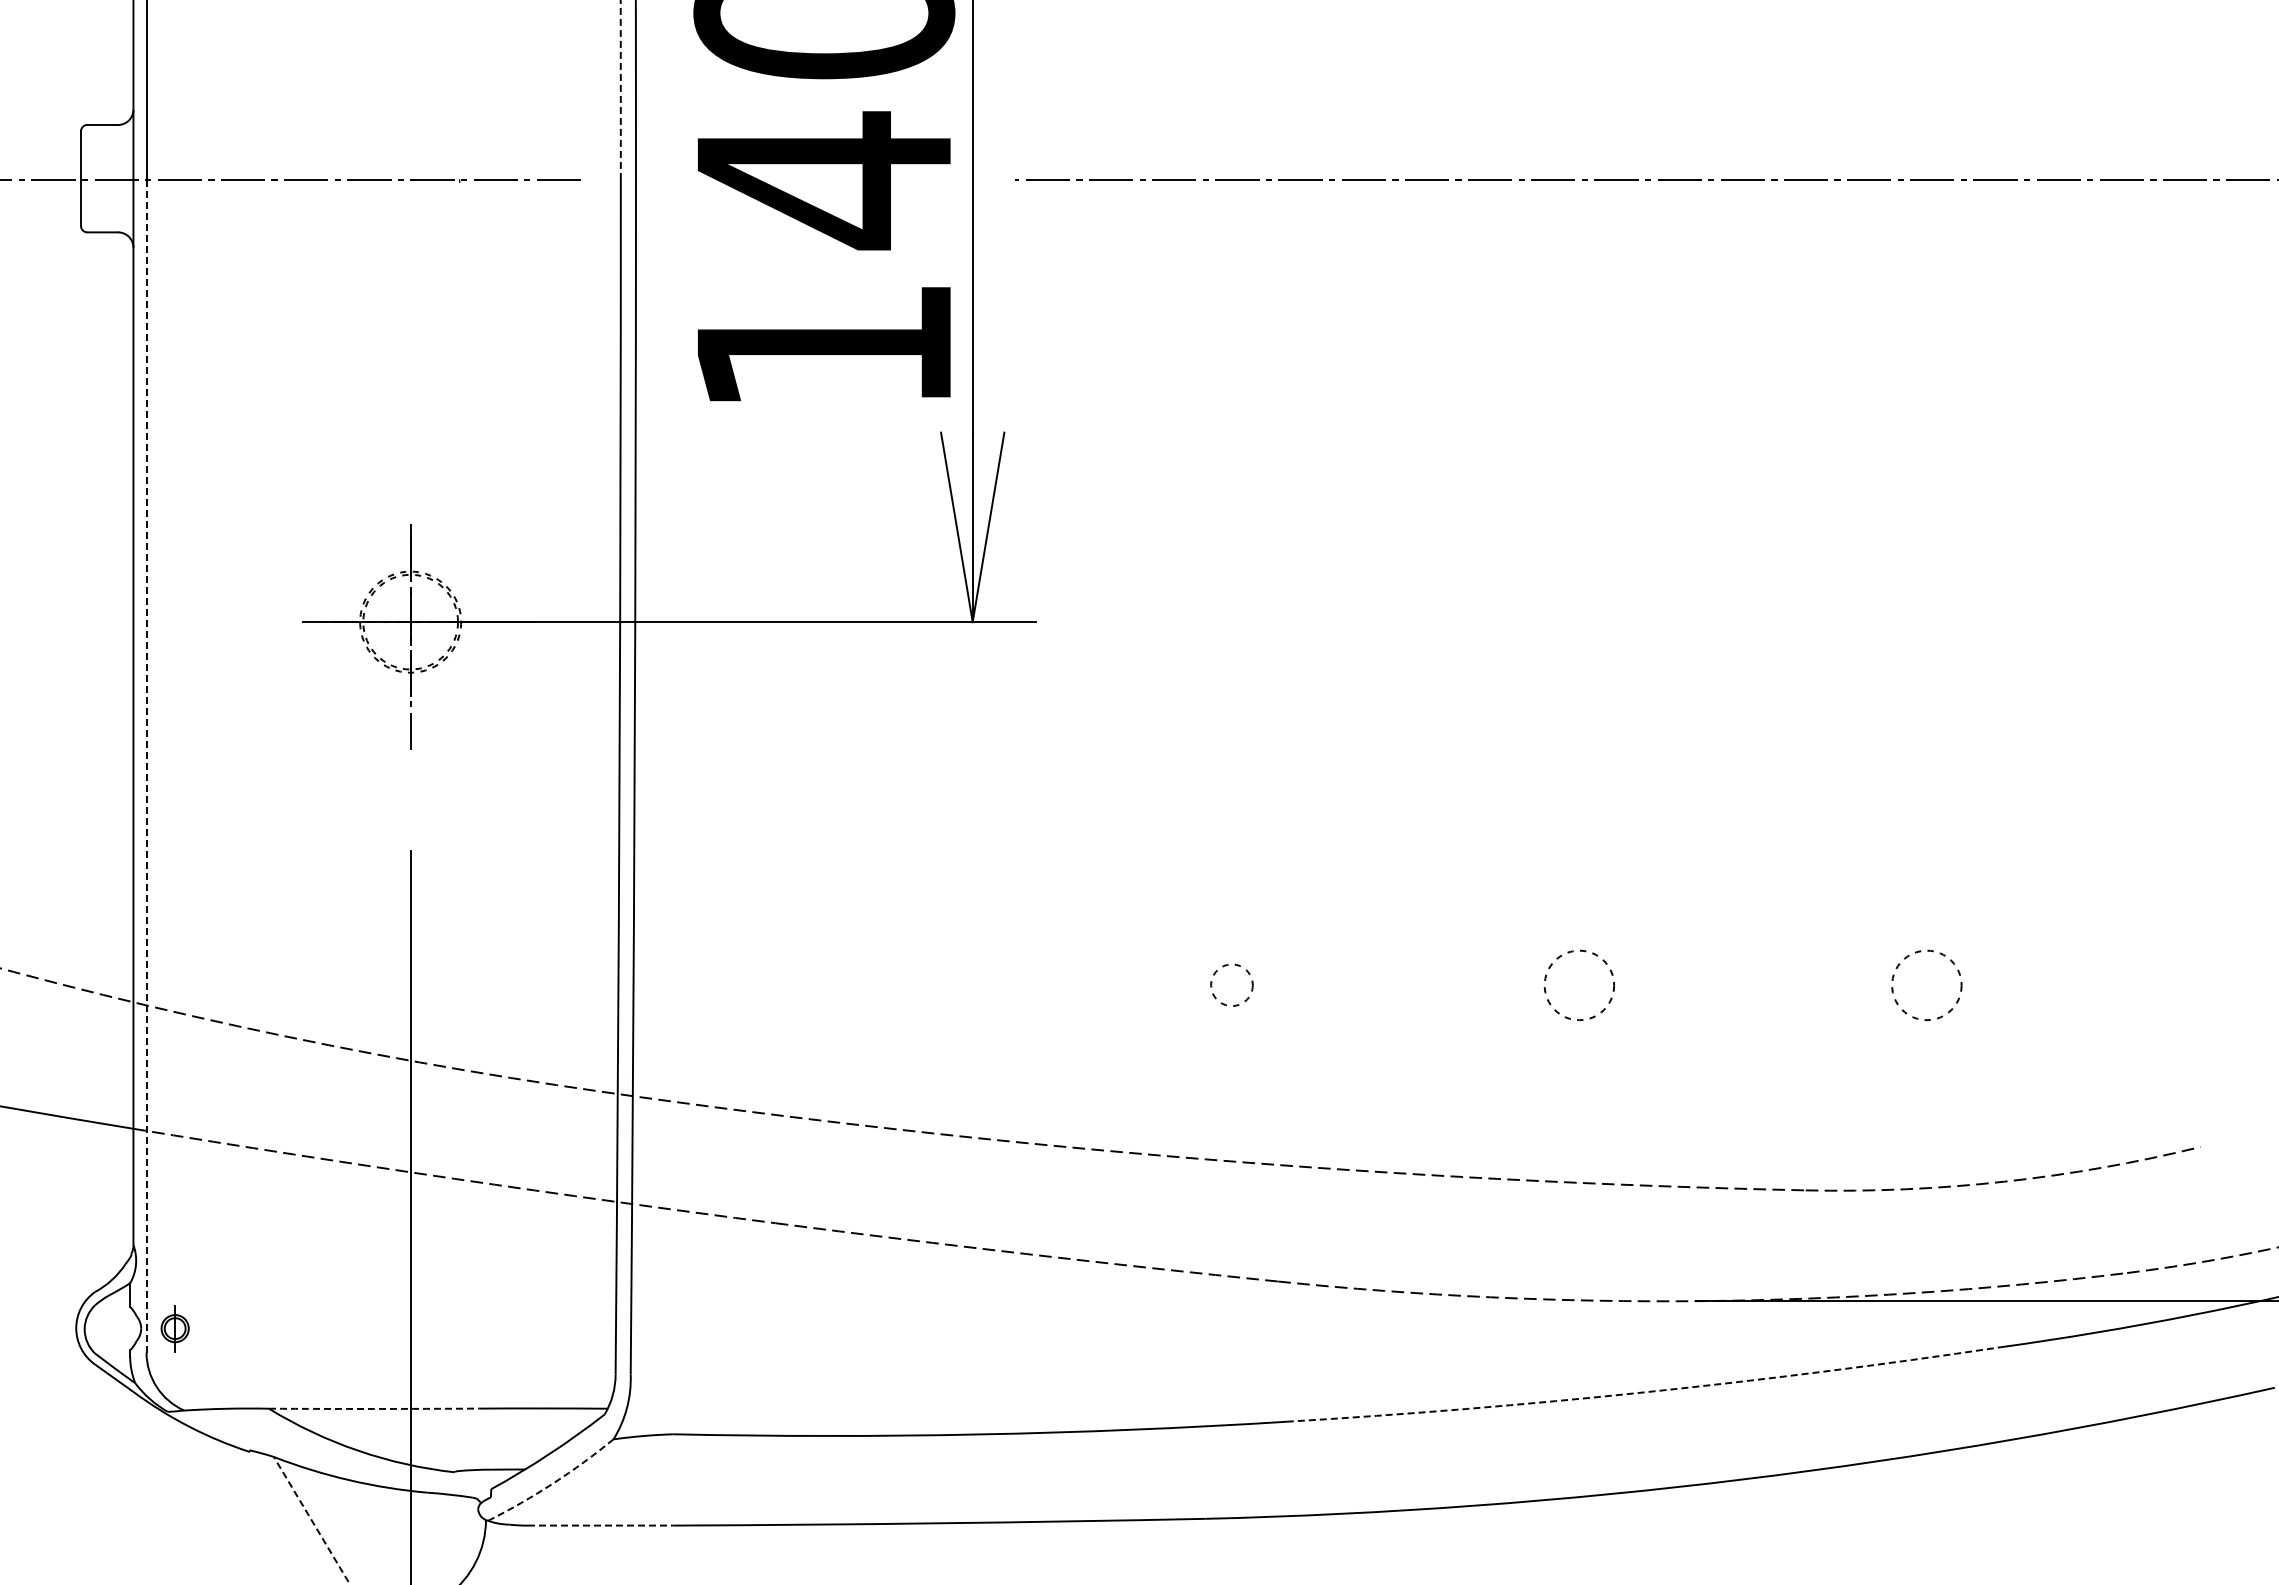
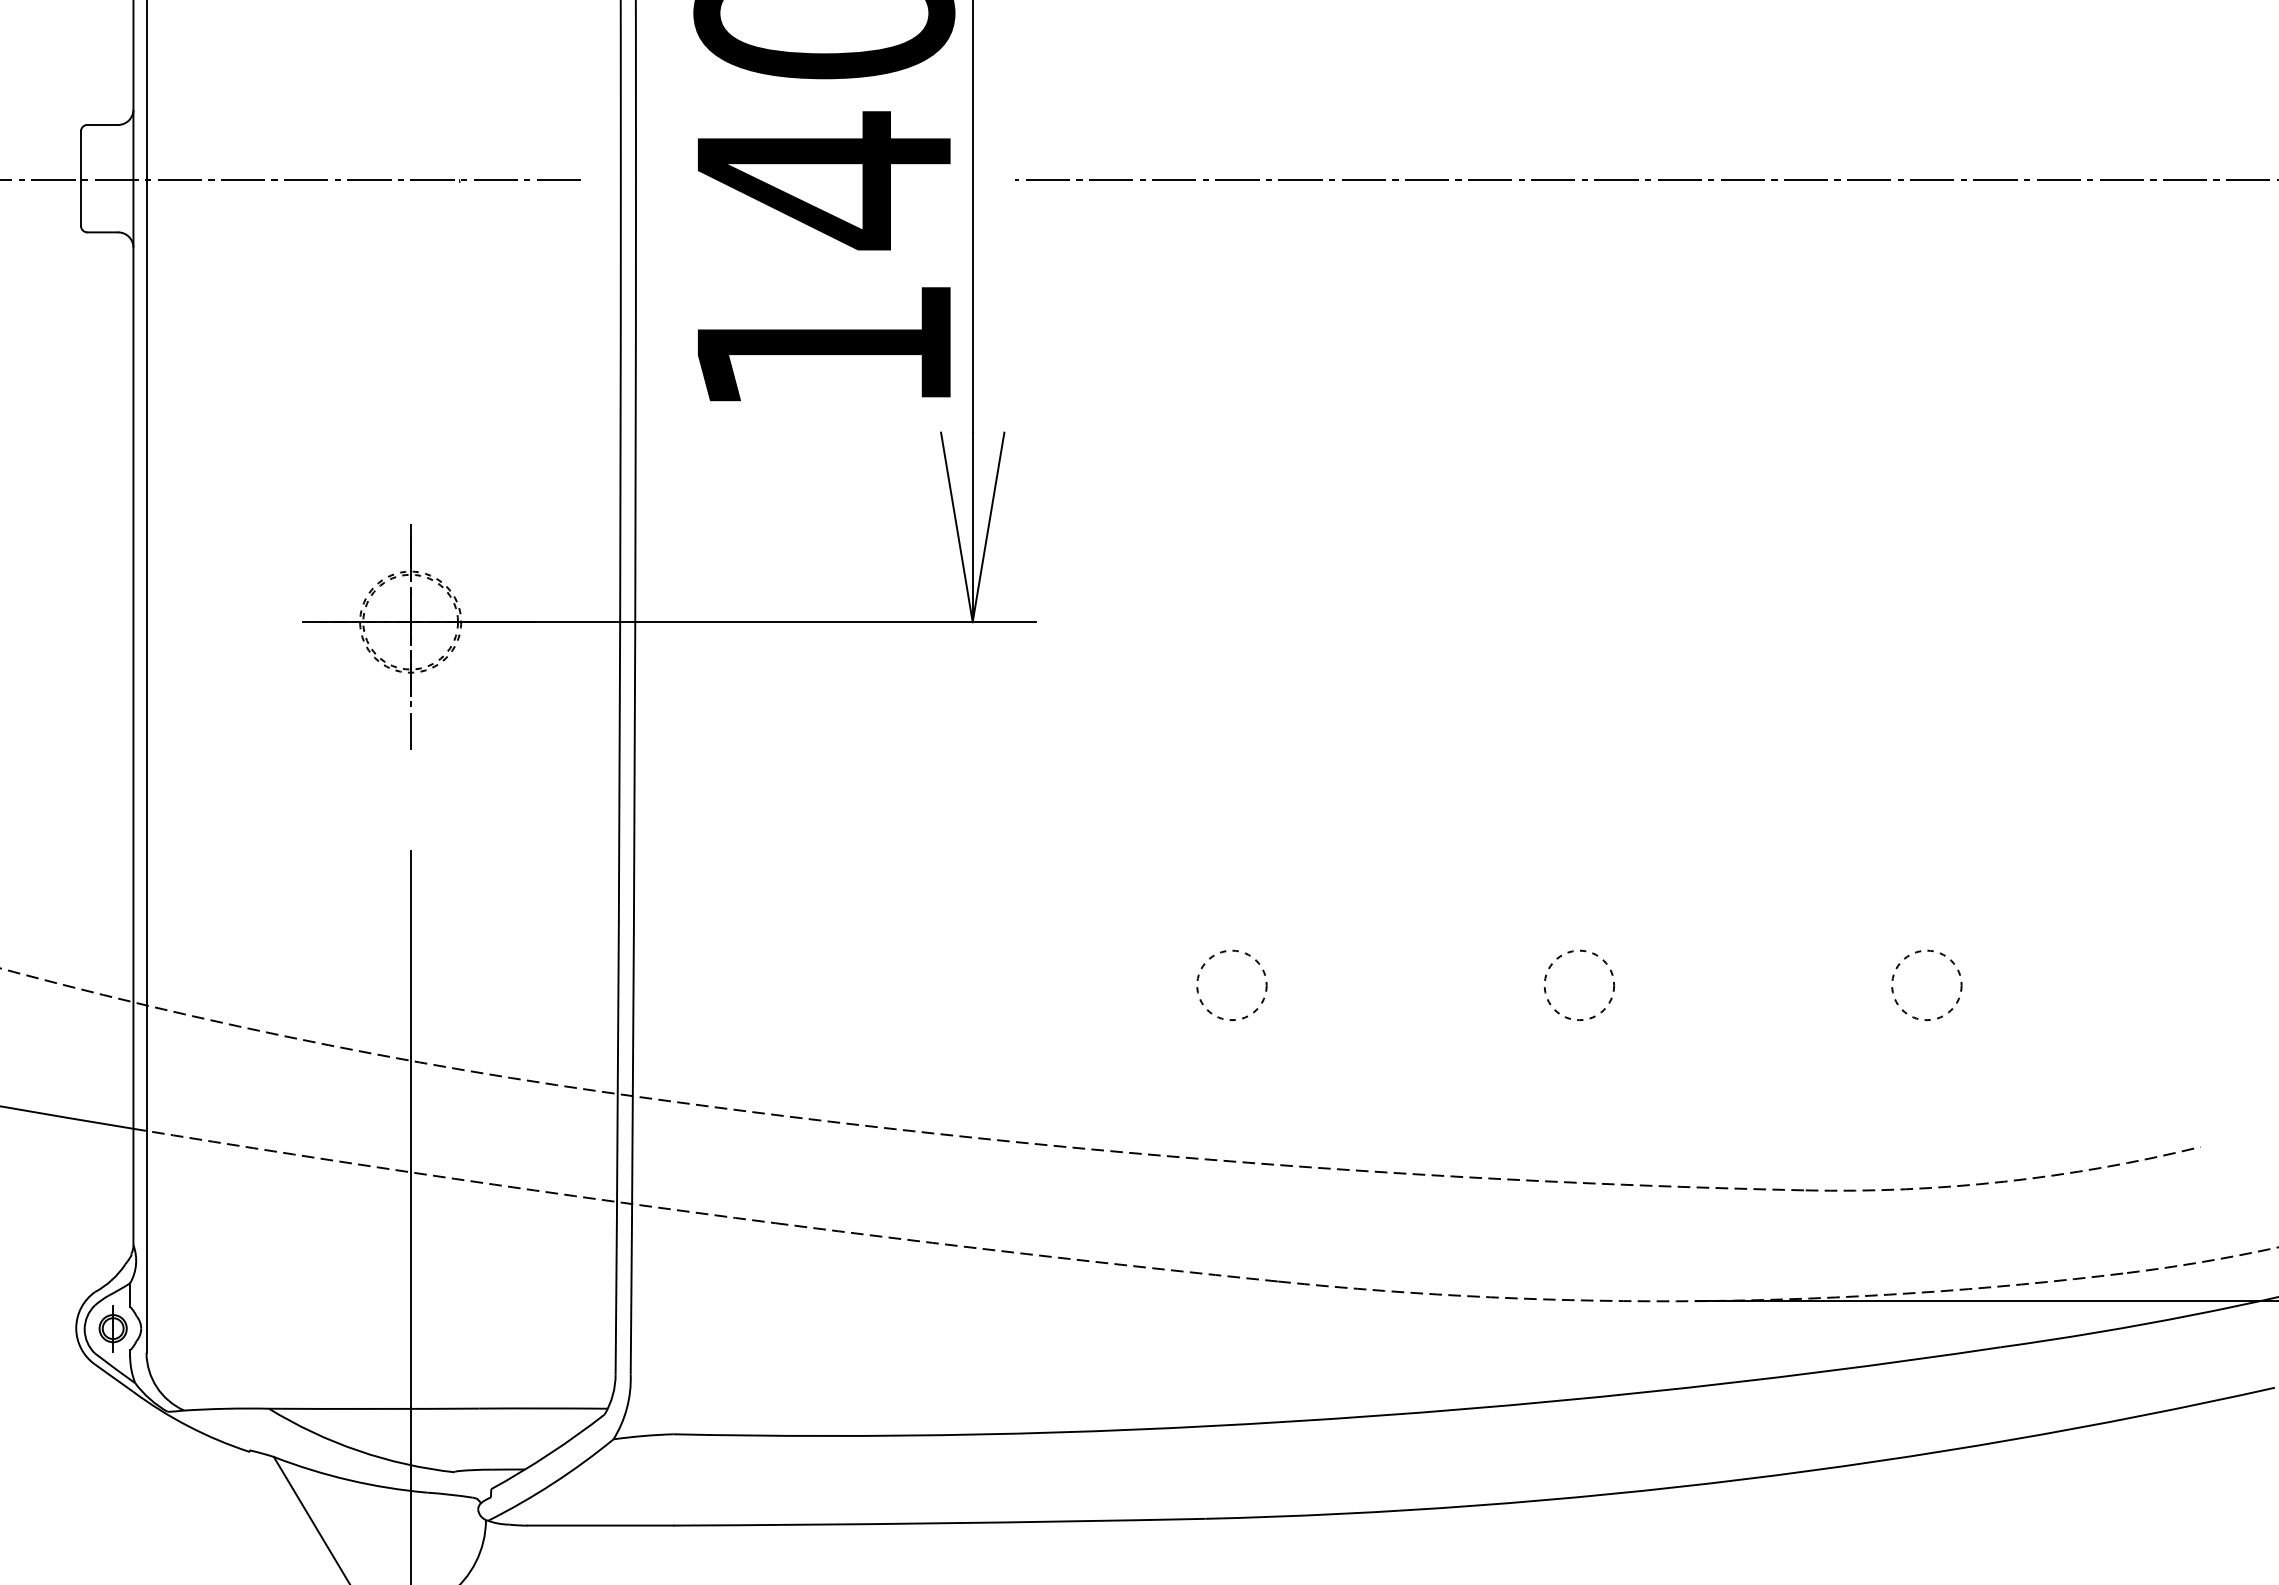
arc at (620, 90): dashed -> solid
line at (146, 766): dashed -> solid
circle at (1231, 984) size: 44x44 px -> 72x72 px
part at (174, 1328) position: (174, 1328) -> (112, 1328)
arc at (1644, 1392): dashed -> solid
arc at (374, 1408): dashed -> solid
arc at (553, 1483): dashed -> solid
line at (311, 1520): dashed -> solid
line at (600, 1525): dashed -> solid
